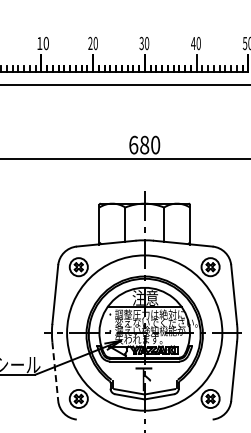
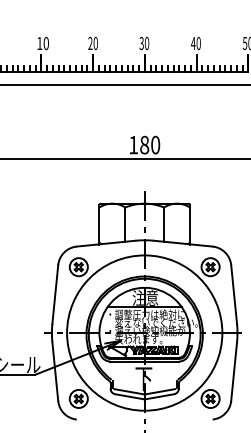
text at (133, 144): 680 -> 180
line at (55, 371): dashed -> solid
